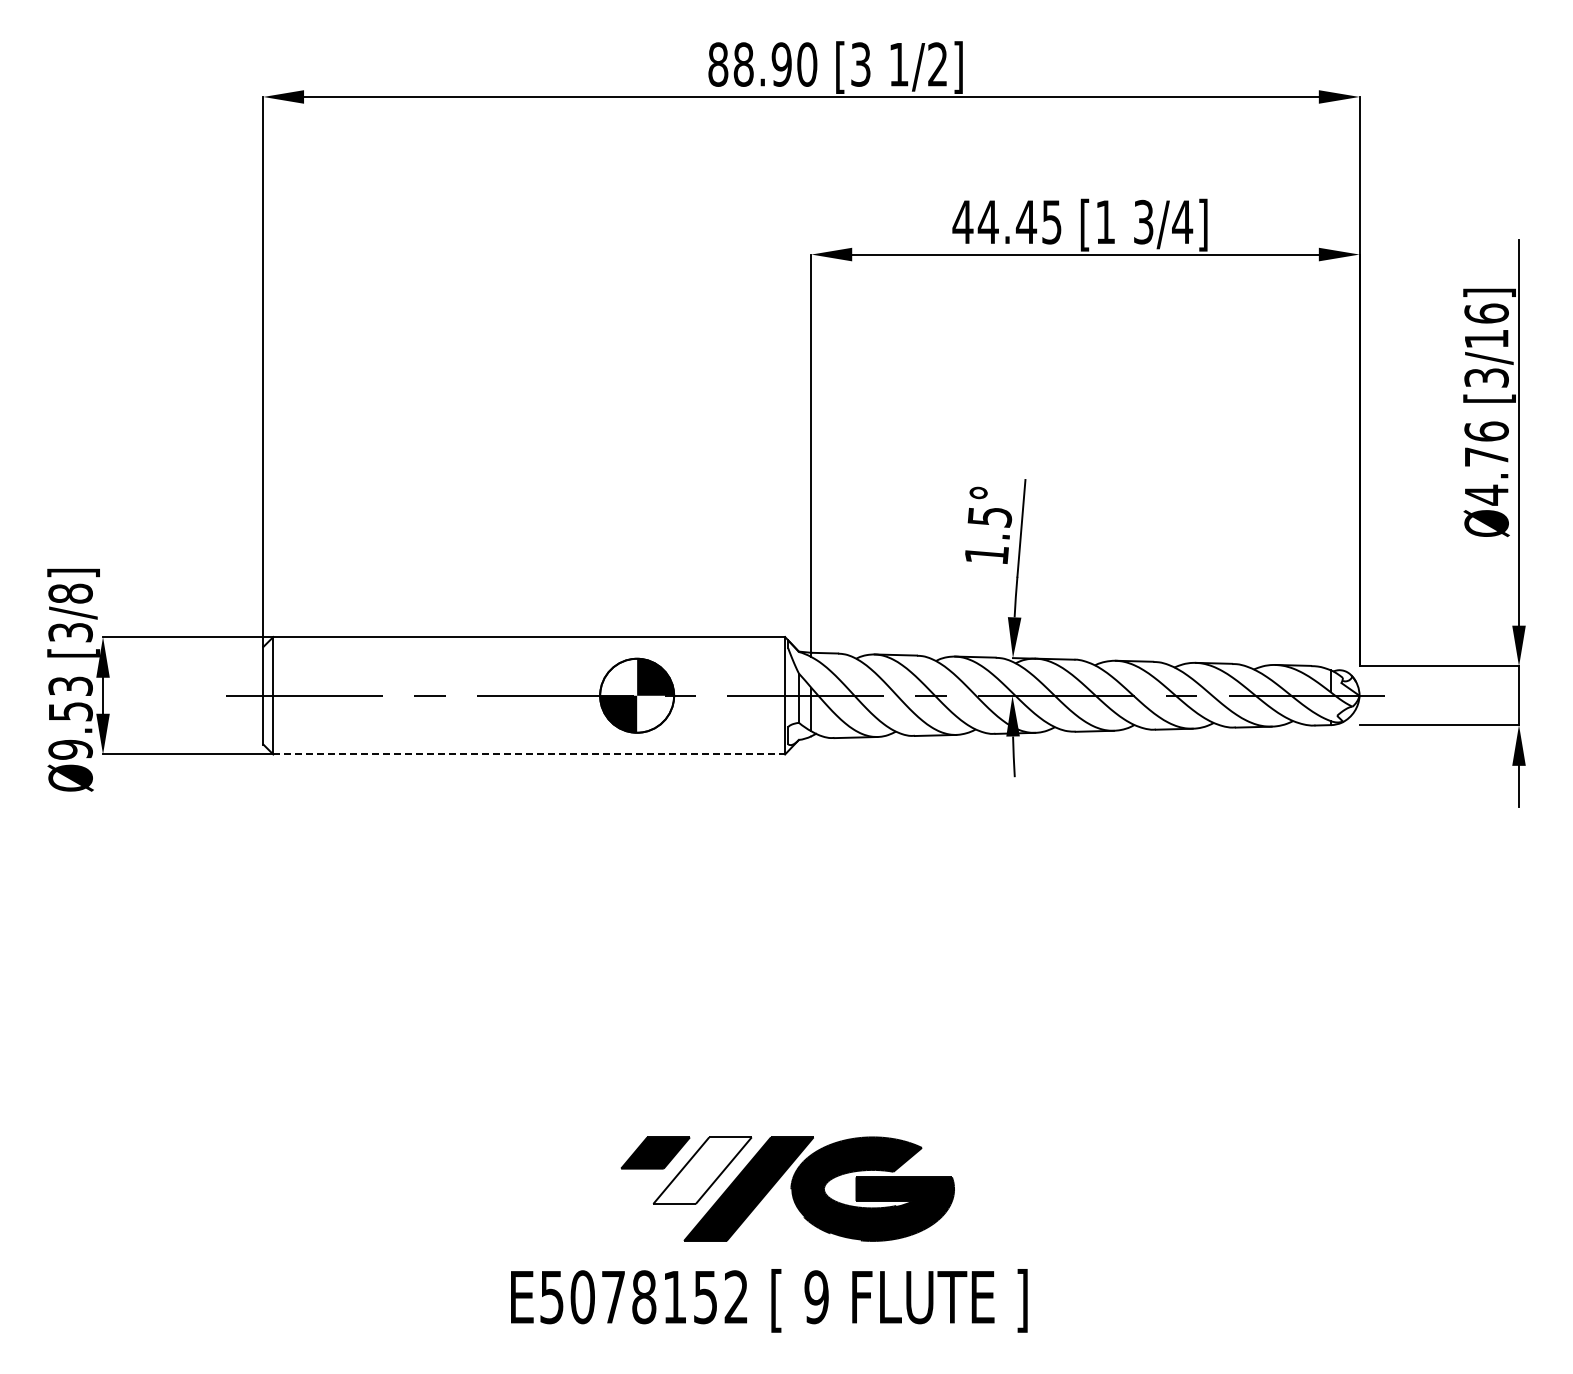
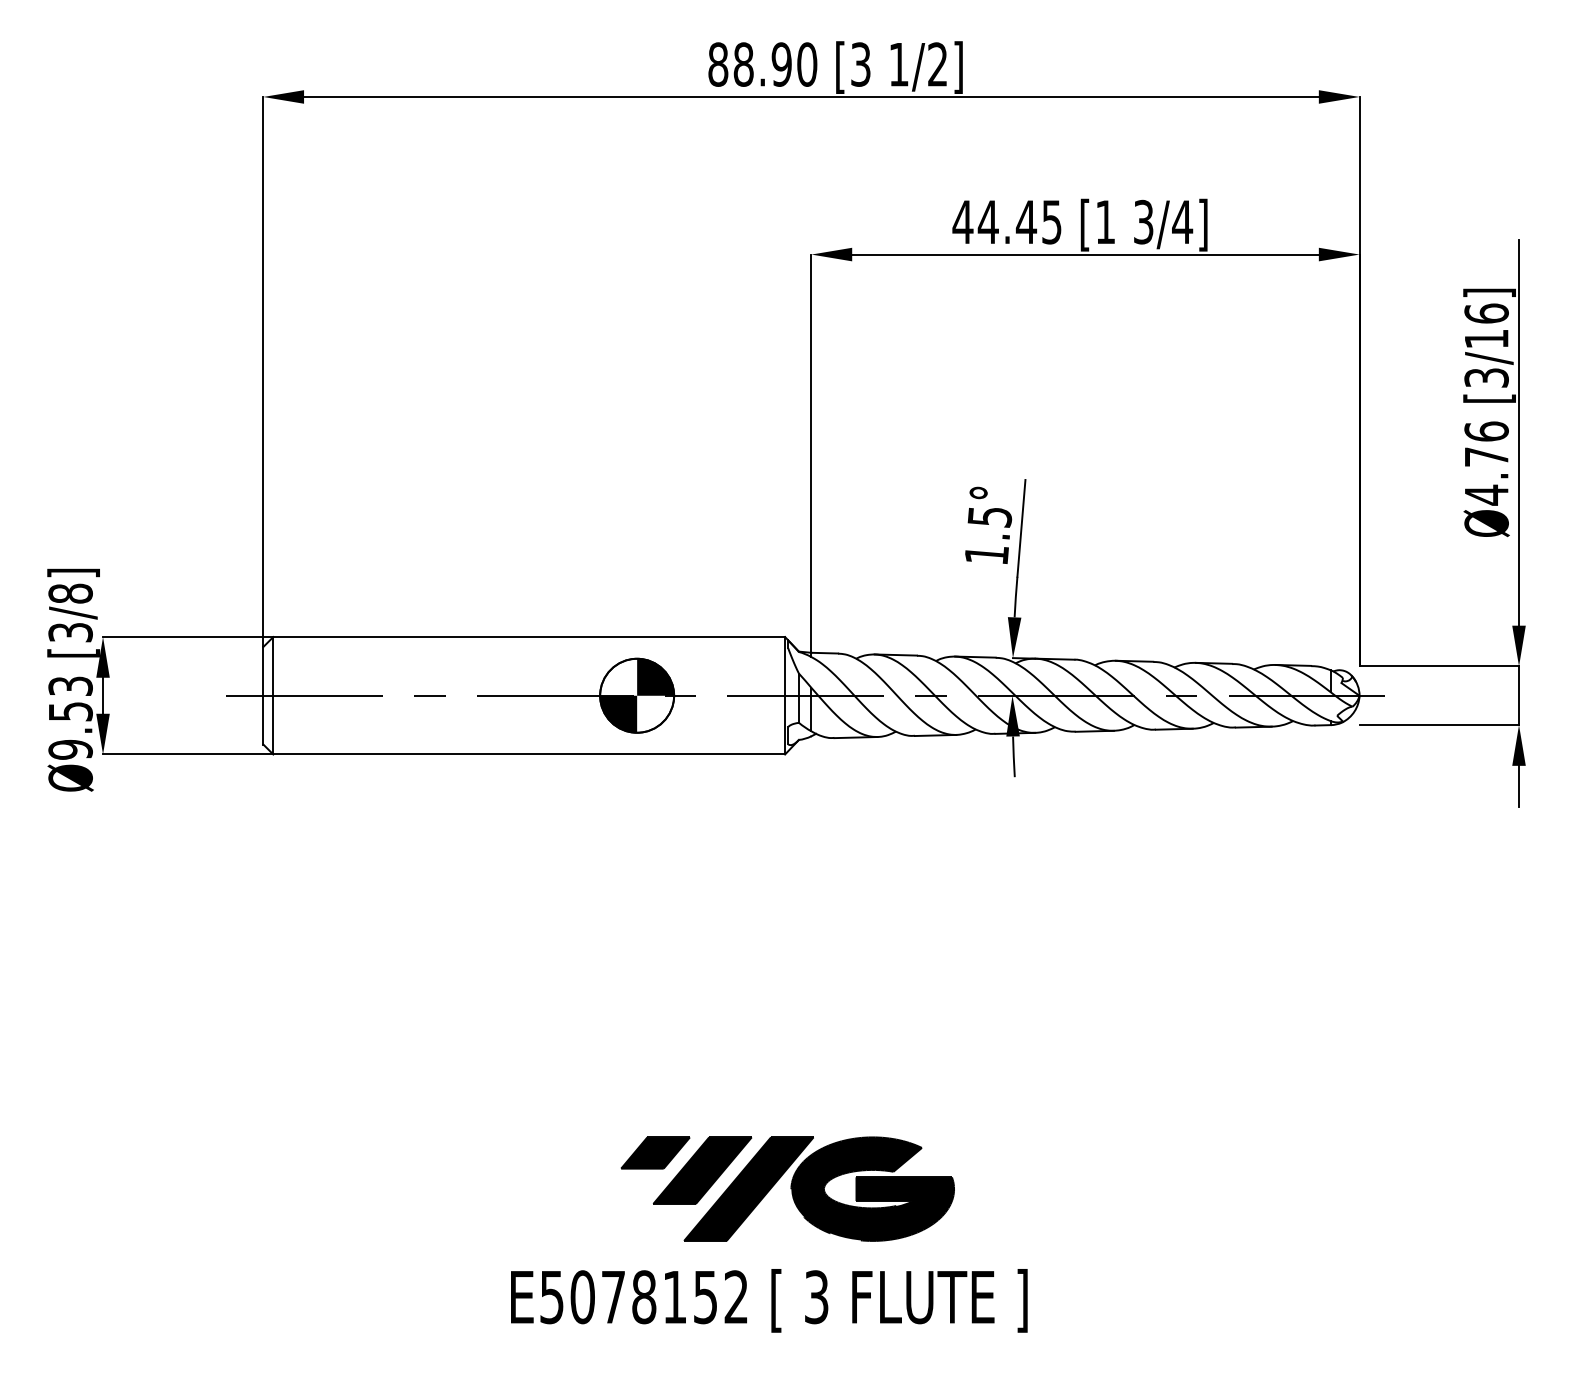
line at (529, 754): dashed -> solid
fill at (702, 1170): none -> present
text at (816, 1297): 9 -> 3
